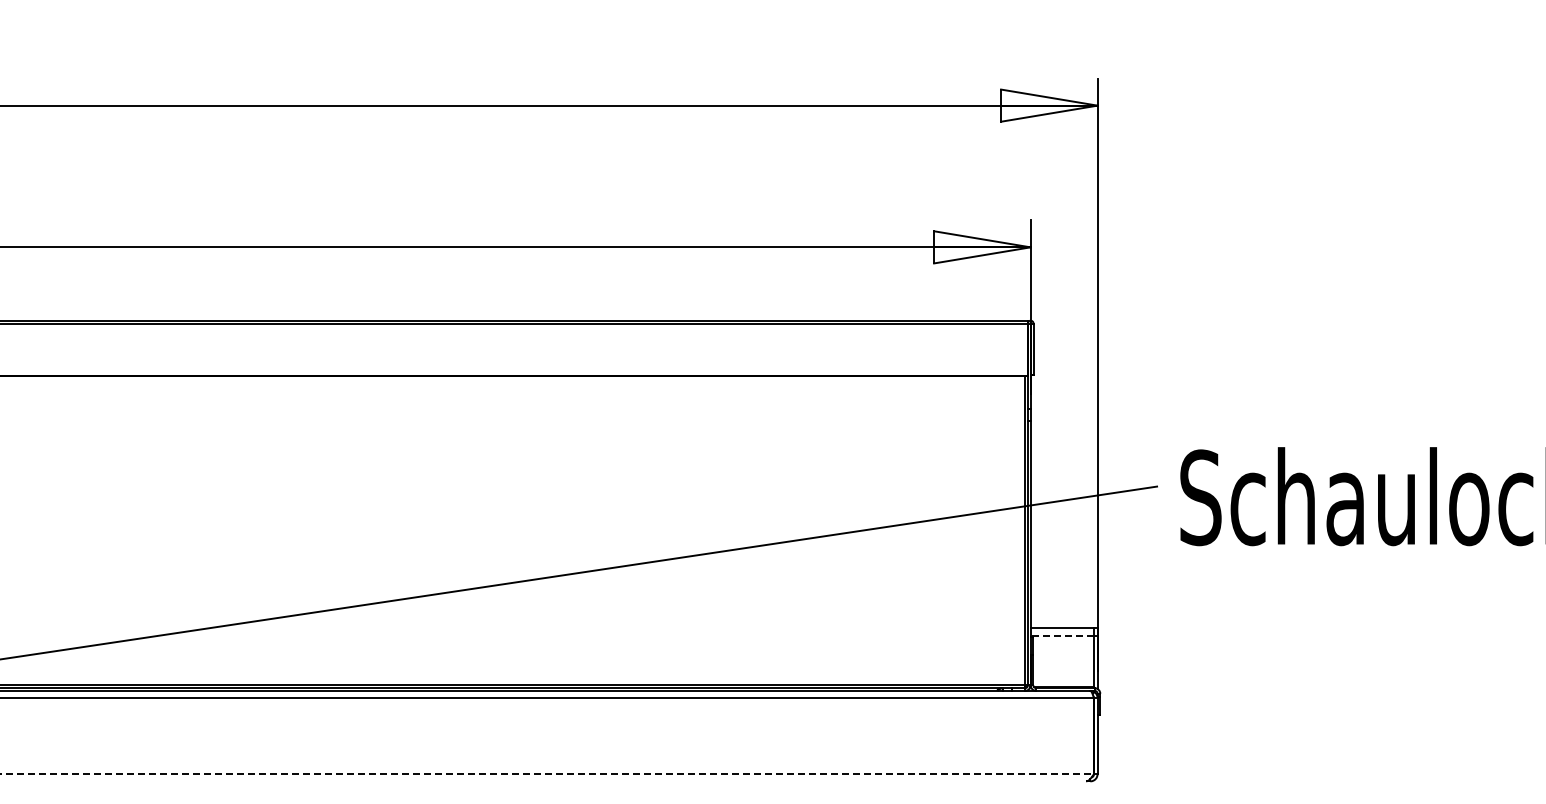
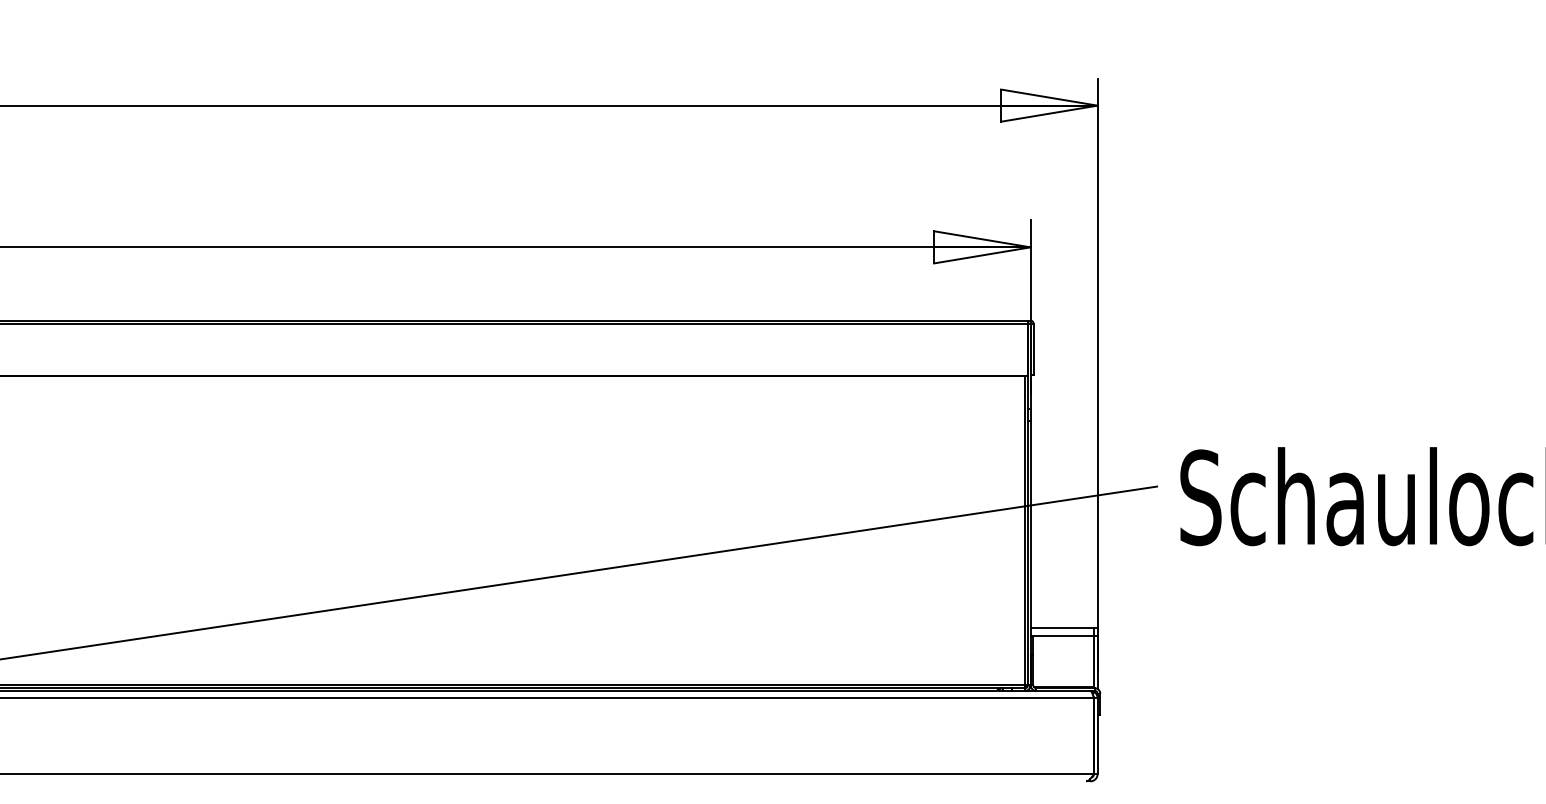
line at (1062, 635): dashed -> solid
line at (547, 774): dashed -> solid
